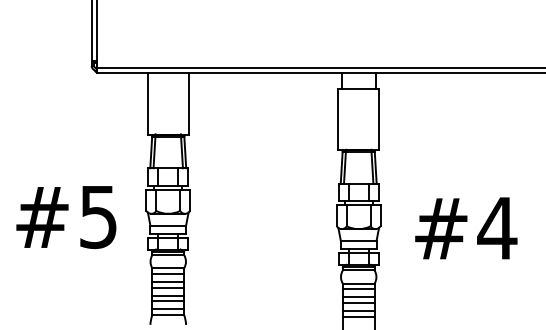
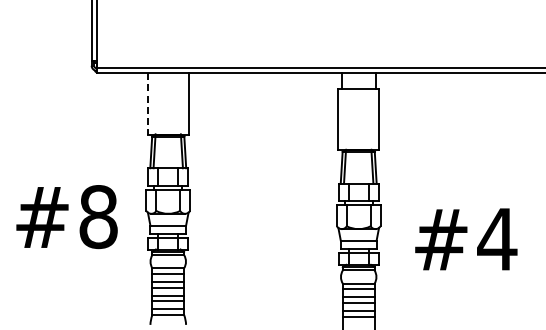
line at (147, 103): solid -> dashed
text at (98, 217): #5 -> #8
text at (466, 228) position: (466, 228) -> (466, 239)
